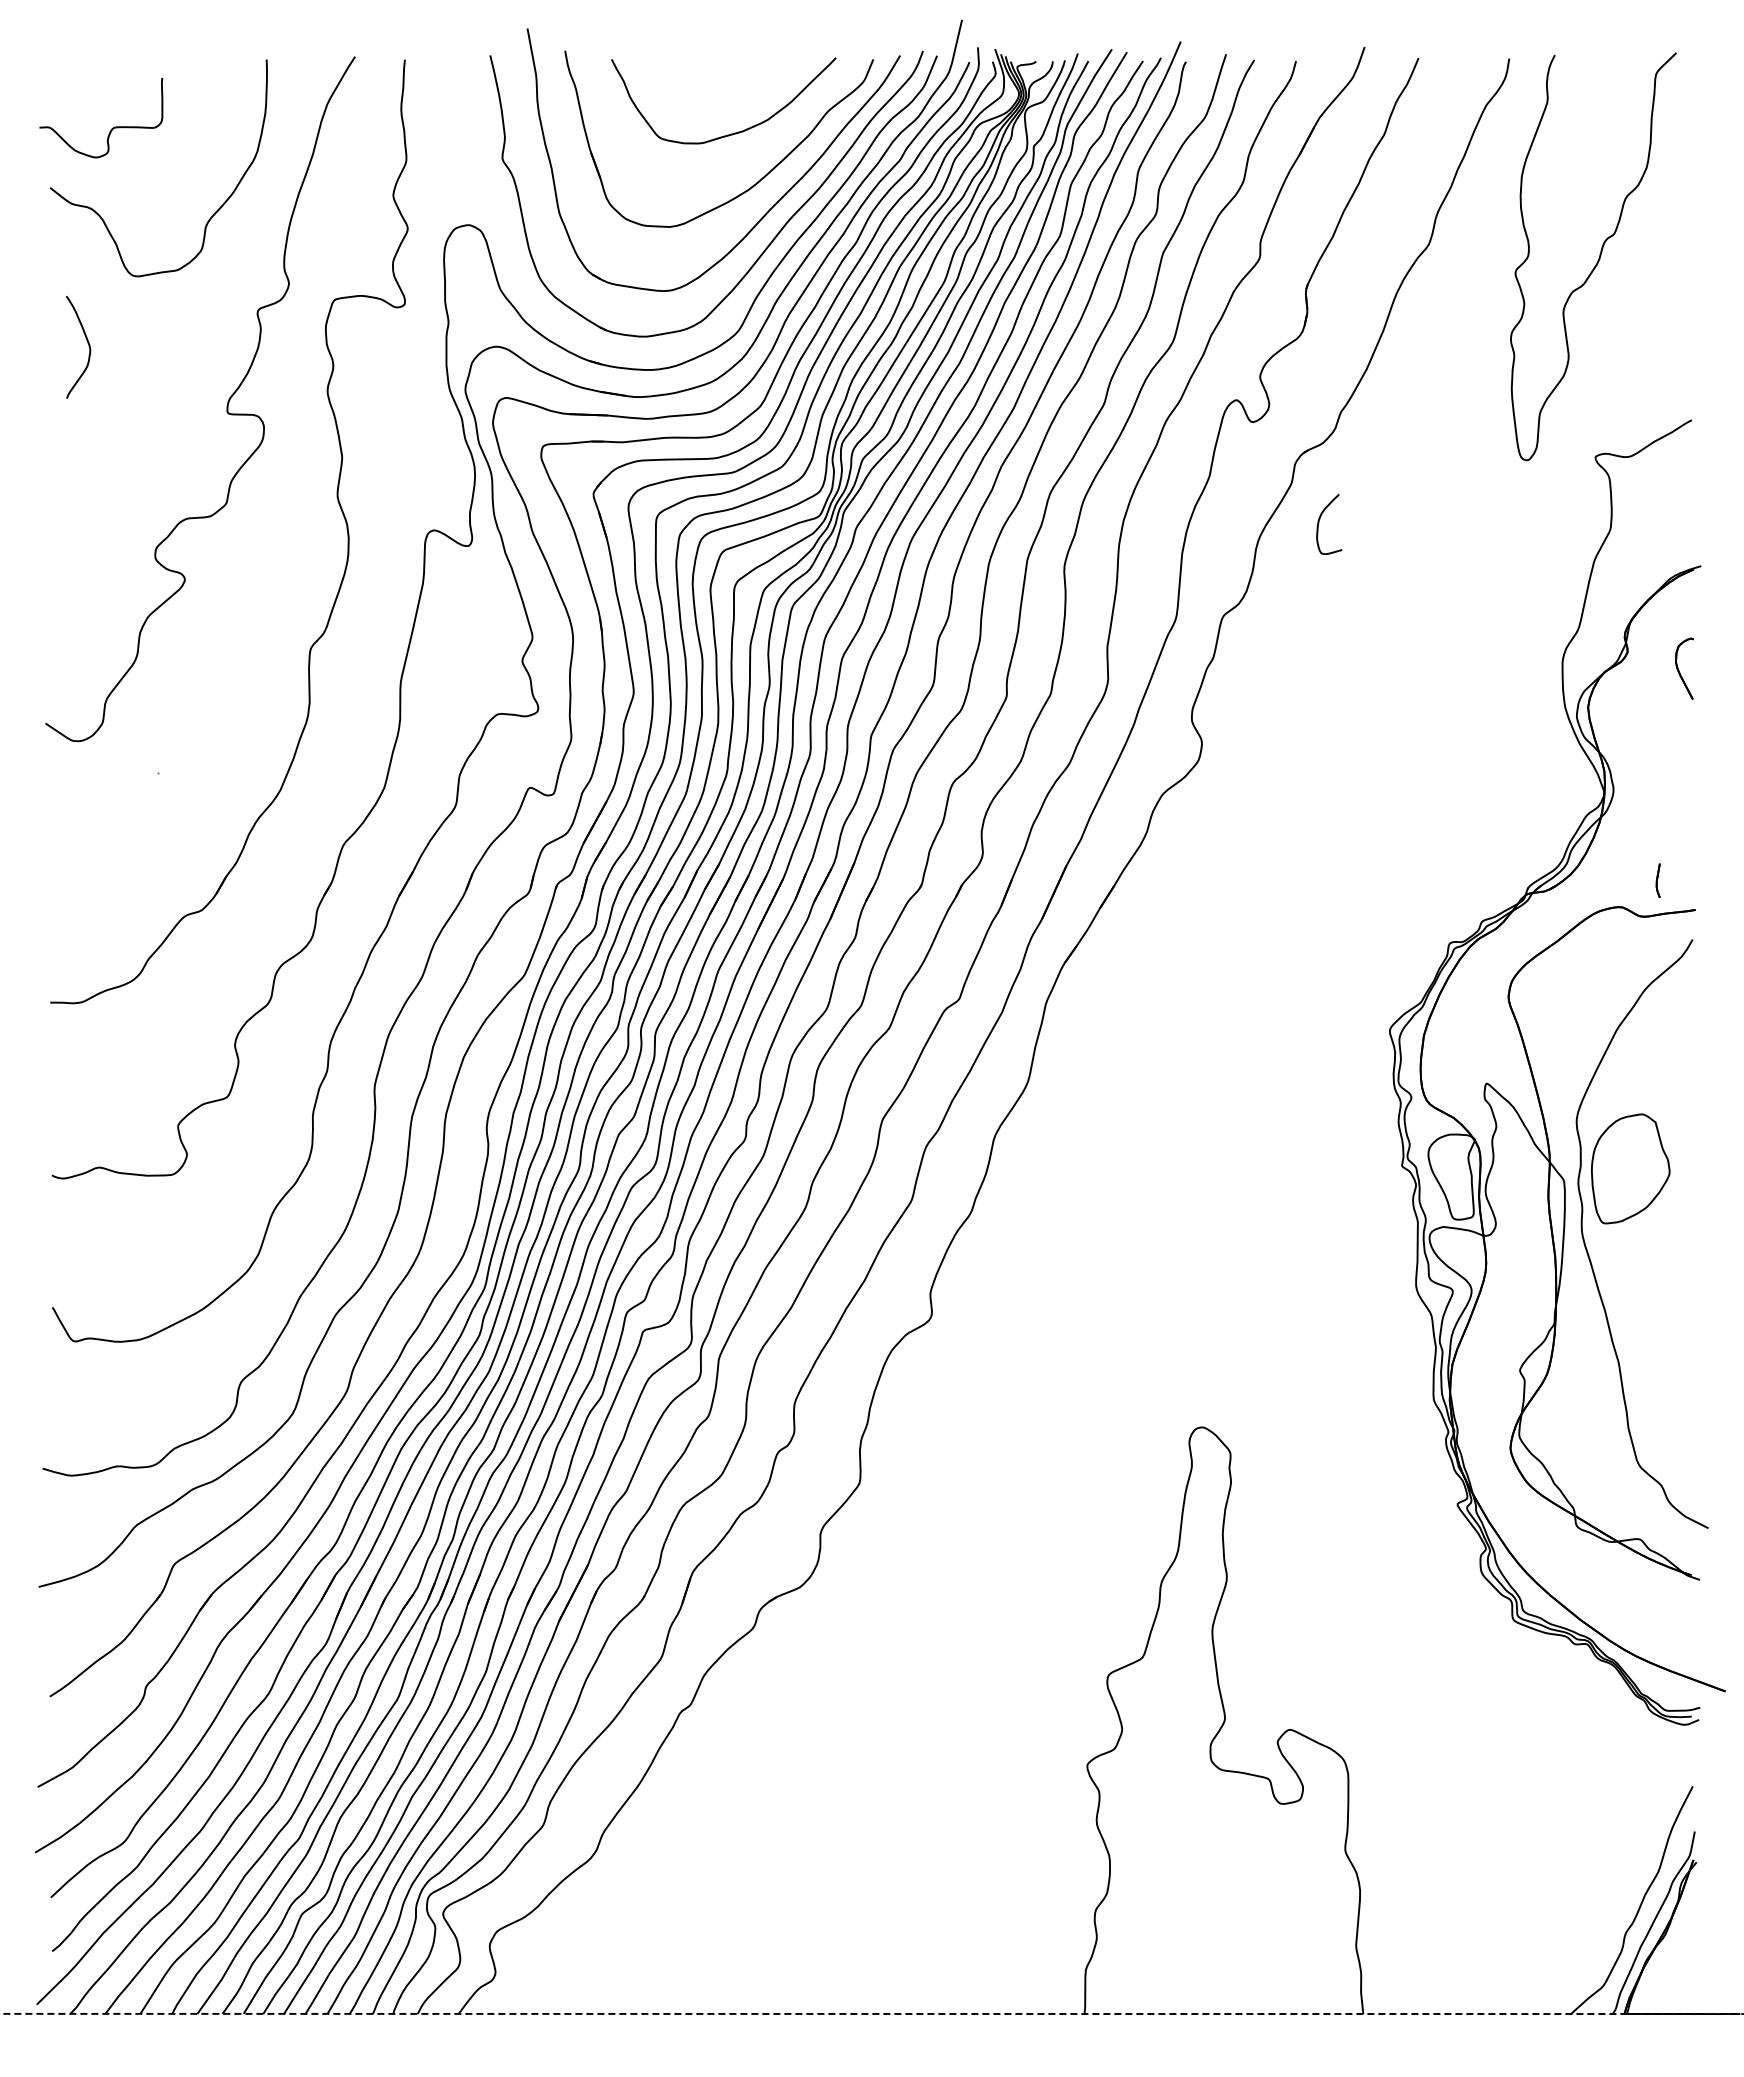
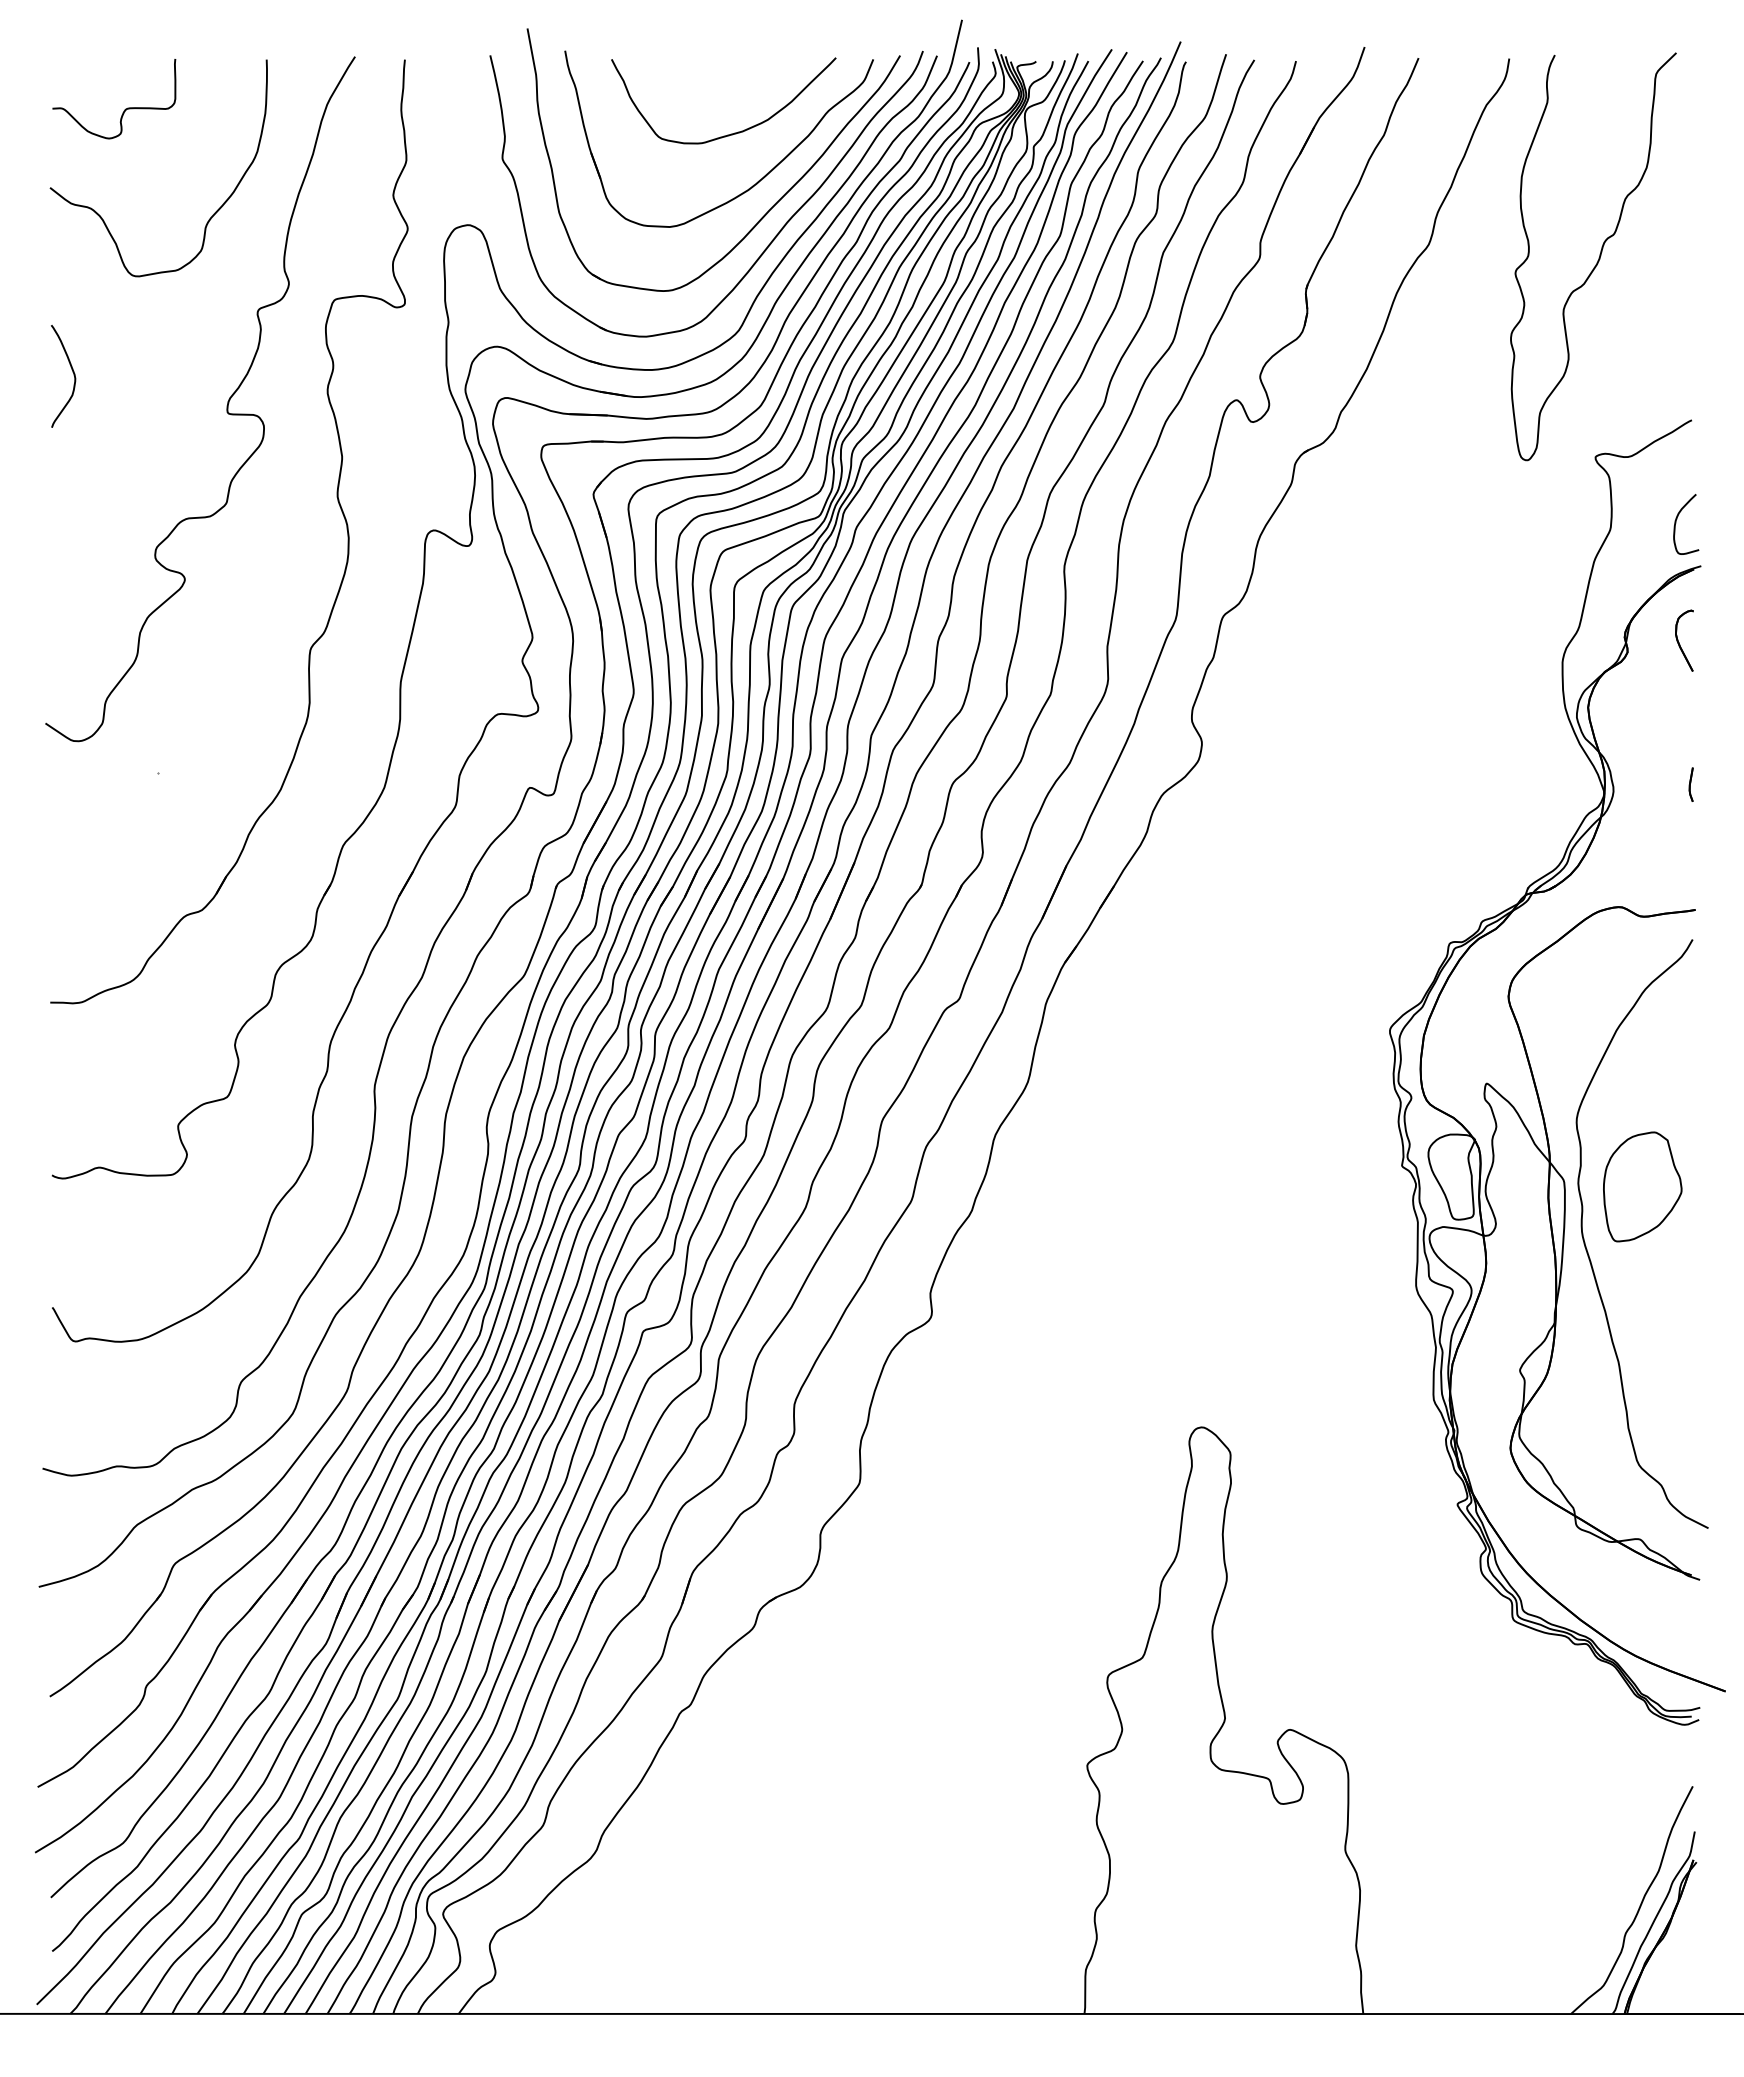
curve at (111, 128) position: (111, 128) -> (124, 109)
curve at (87, 343) position: (87, 343) -> (72, 372)
curve at (1319, 523) position: (1319, 523) -> (1676, 523)
part at (1684, 668) position: (1684, 668) -> (1684, 640)
part at (1657, 880) position: (1657, 880) -> (1690, 784)
part at (1630, 1168) position: (1630, 1168) -> (1642, 1186)
line at (872, 2013): dashed -> solid
